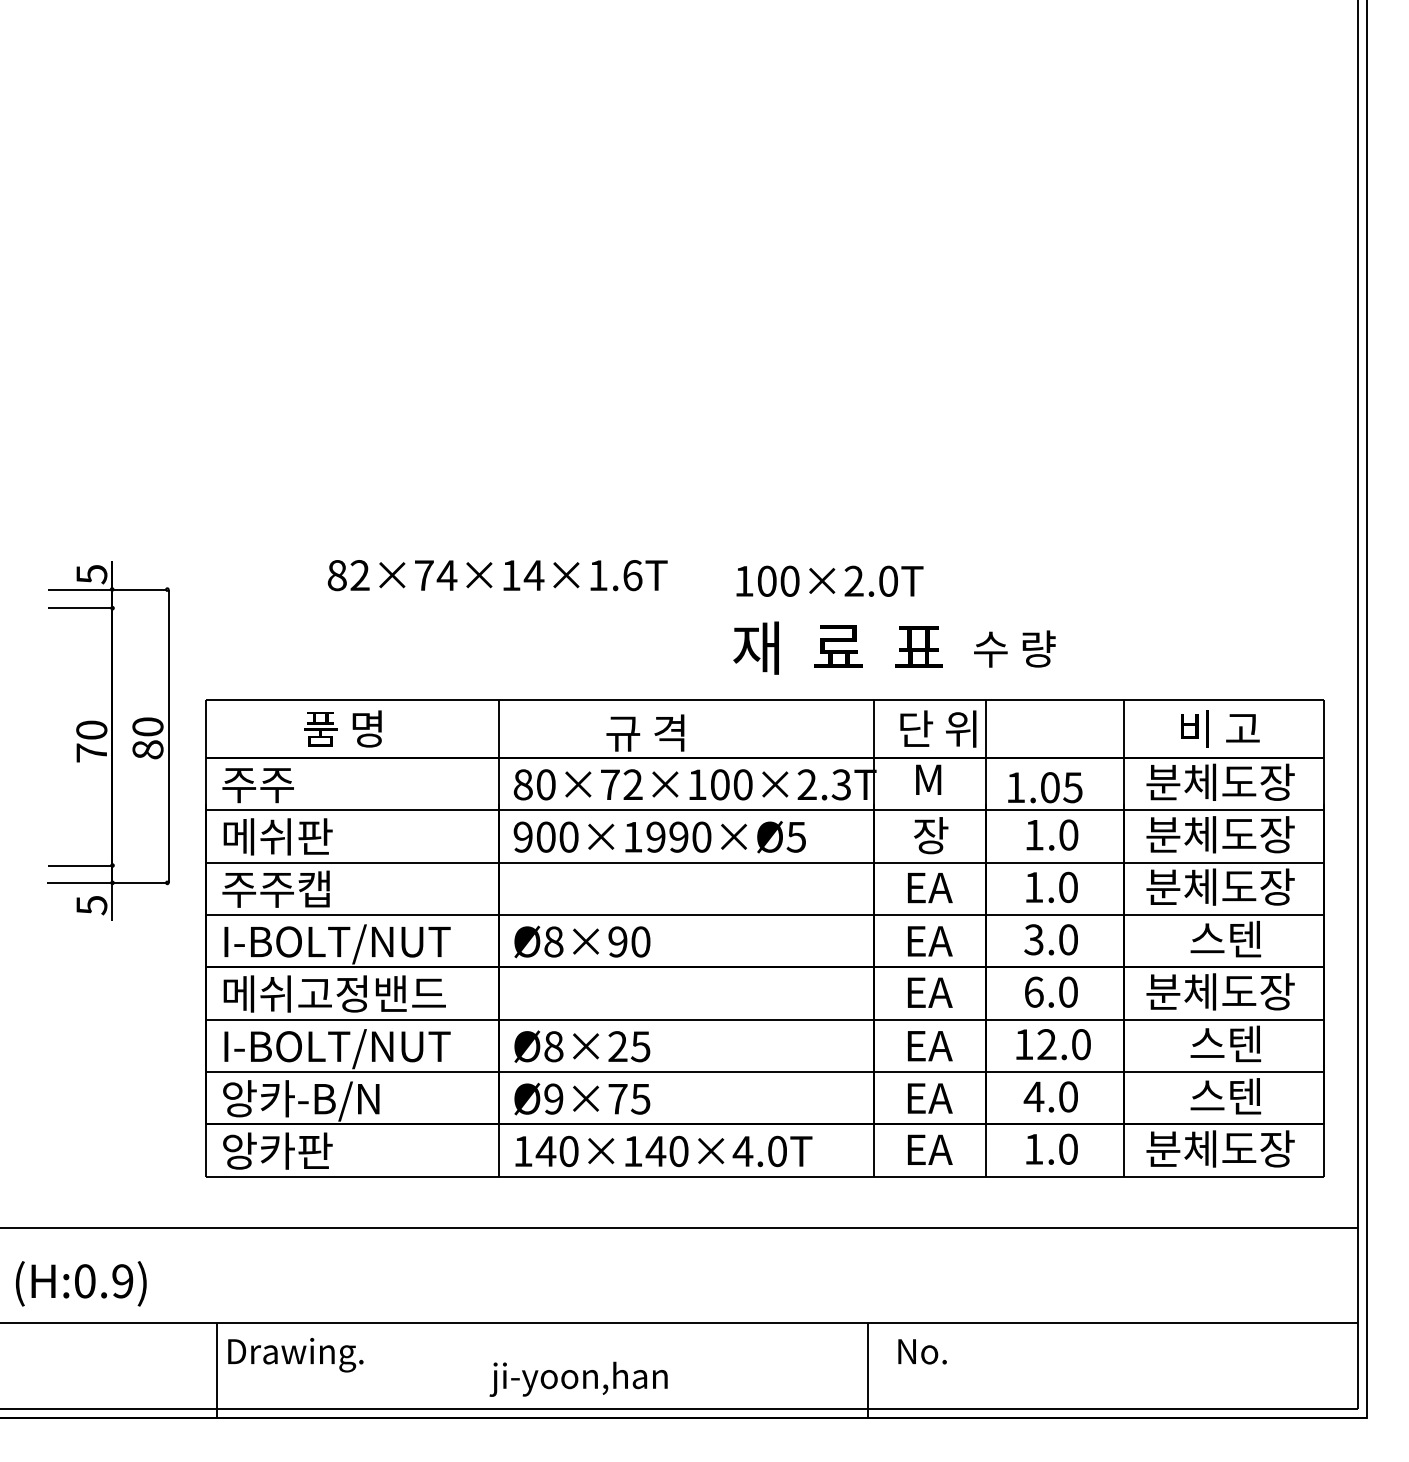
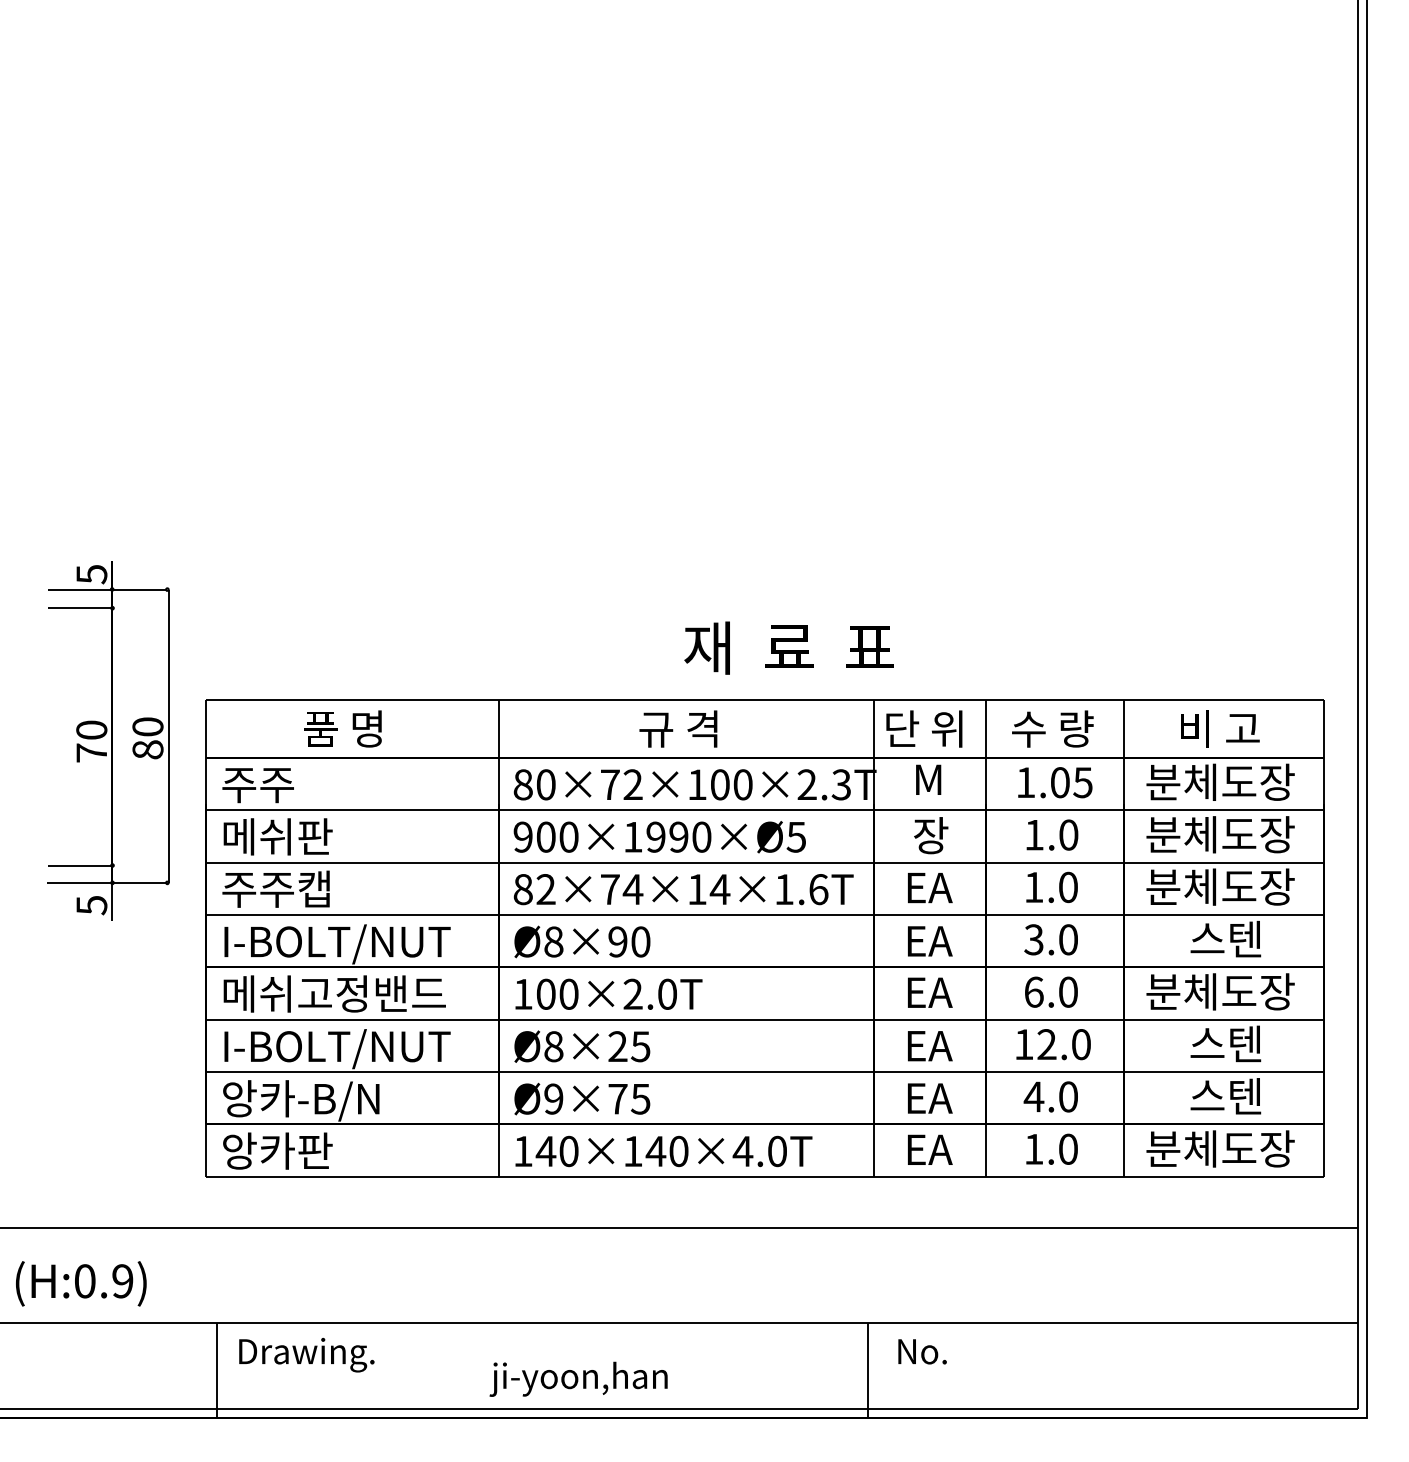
text at (497, 575) position: (497, 575) -> (683, 889)
text at (829, 580) position: (829, 580) -> (608, 993)
text at (837, 647) position: (837, 647) -> (788, 647)
text at (1014, 648) position: (1014, 648) -> (1052, 728)
text at (938, 728) position: (938, 728) -> (924, 728)
text at (645, 732) position: (645, 732) -> (678, 728)
text at (1045, 787) position: (1045, 787) -> (1055, 782)
text at (295, 1354) position: (295, 1354) -> (306, 1354)
